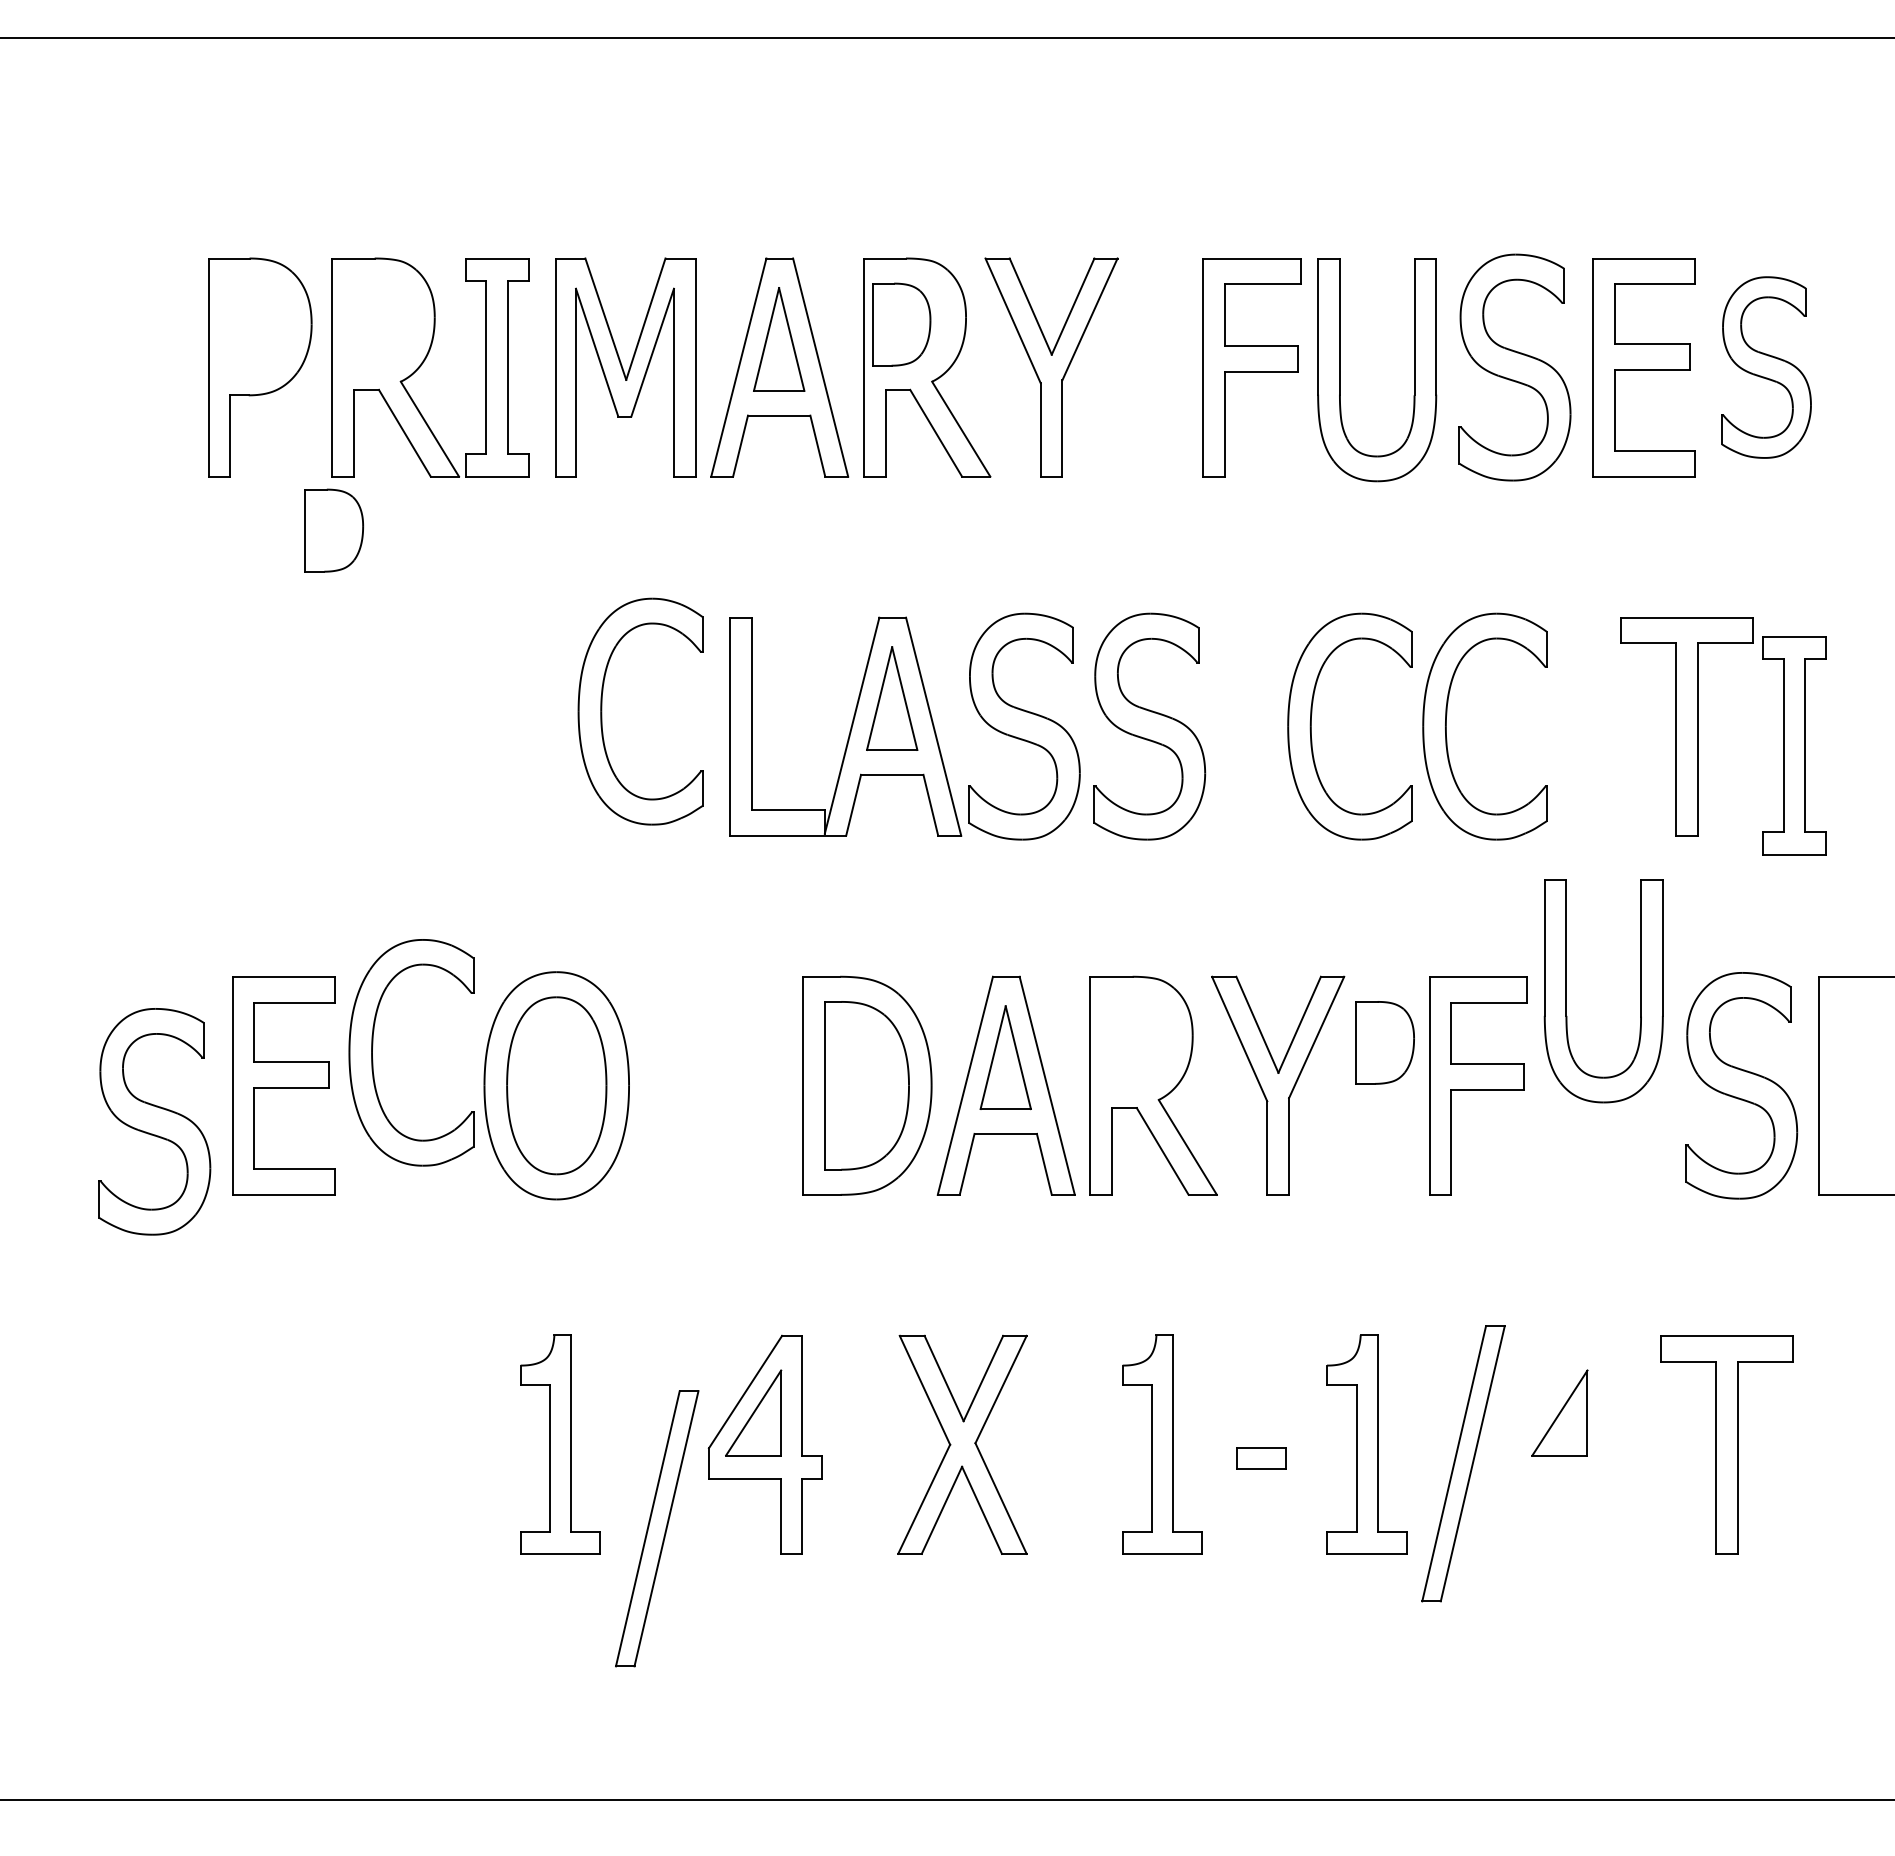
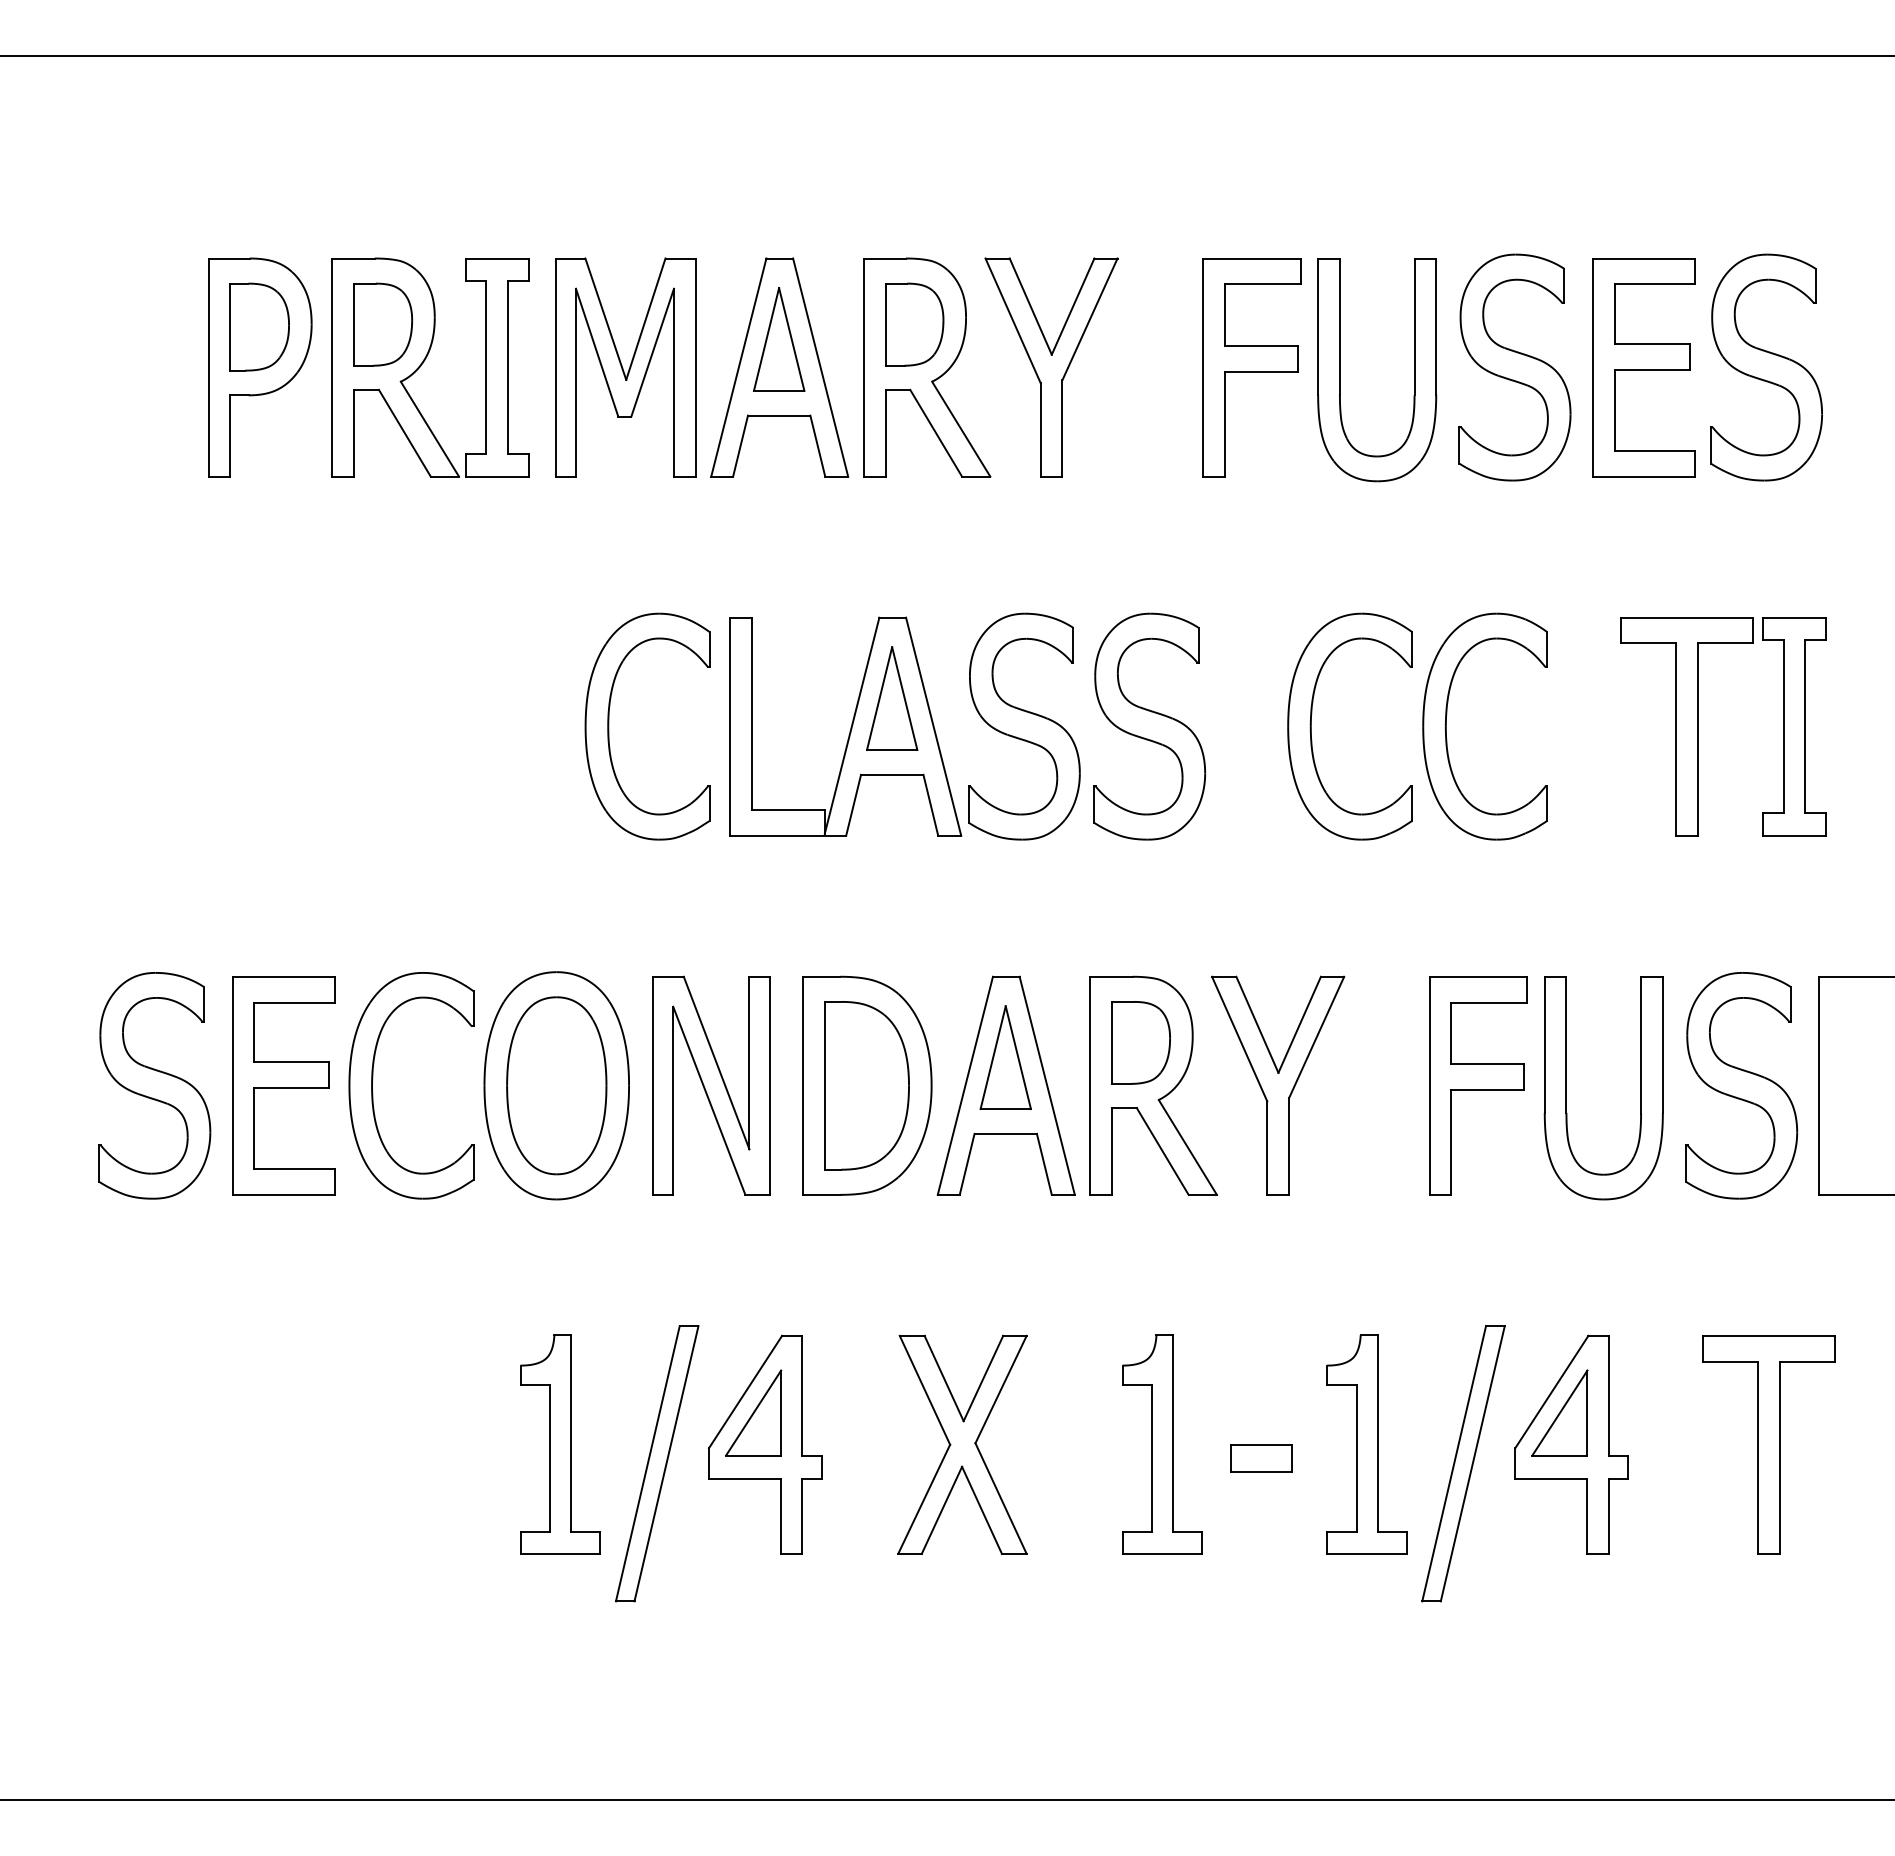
line at (946, 37) position: (946, 37) -> (946, 55)
part at (901, 324) position: (901, 324) -> (914, 324)
part at (259, 326): none -> present
part at (1766, 367) size: 91x183 px -> 113x229 px
part at (334, 530) position: (334, 530) -> (383, 324)
part at (602, 711) position: (602, 711) -> (609, 726)
part at (1794, 745) position: (1794, 745) -> (1794, 726)
part at (1566, 991) position: (1566, 991) -> (1566, 1088)
part at (1384, 1042) position: (1384, 1042) -> (1140, 1042)
part at (373, 1046) position: (373, 1046) -> (373, 1079)
part at (711, 1085): none -> present
part at (154, 1121) position: (154, 1121) -> (154, 1085)
part at (1571, 1444): none -> present
part at (1726, 1444) position: (1726, 1444) -> (1768, 1444)
part at (1261, 1458) size: 51x23 px -> 63x29 px
part at (657, 1528) position: (657, 1528) -> (657, 1463)
